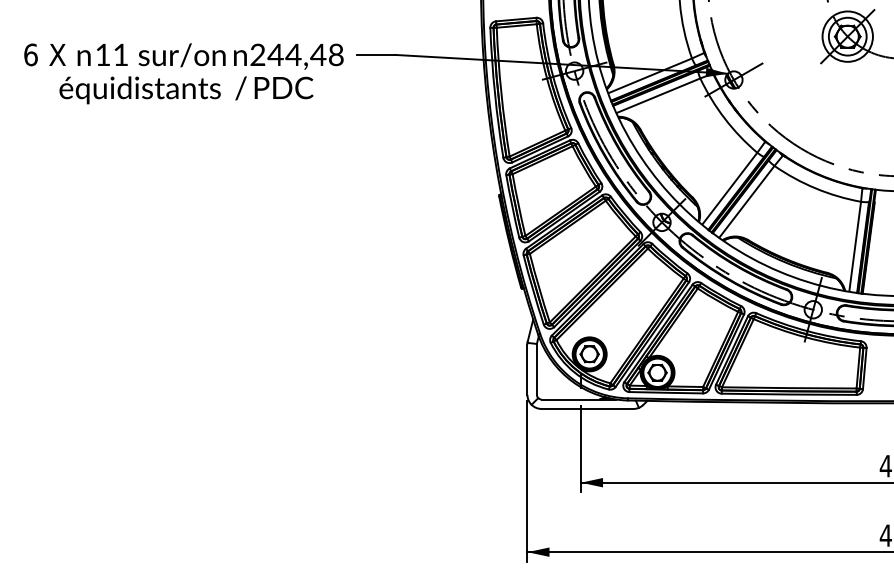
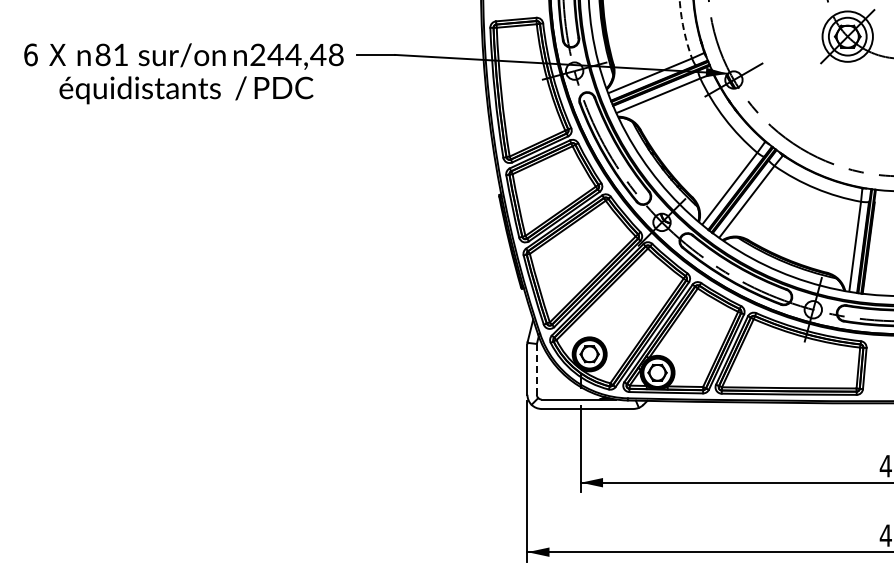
arc at (684, 30): solid -> dashed
text at (102, 54): 11 -> 81
line at (536, 369): solid -> dashed
